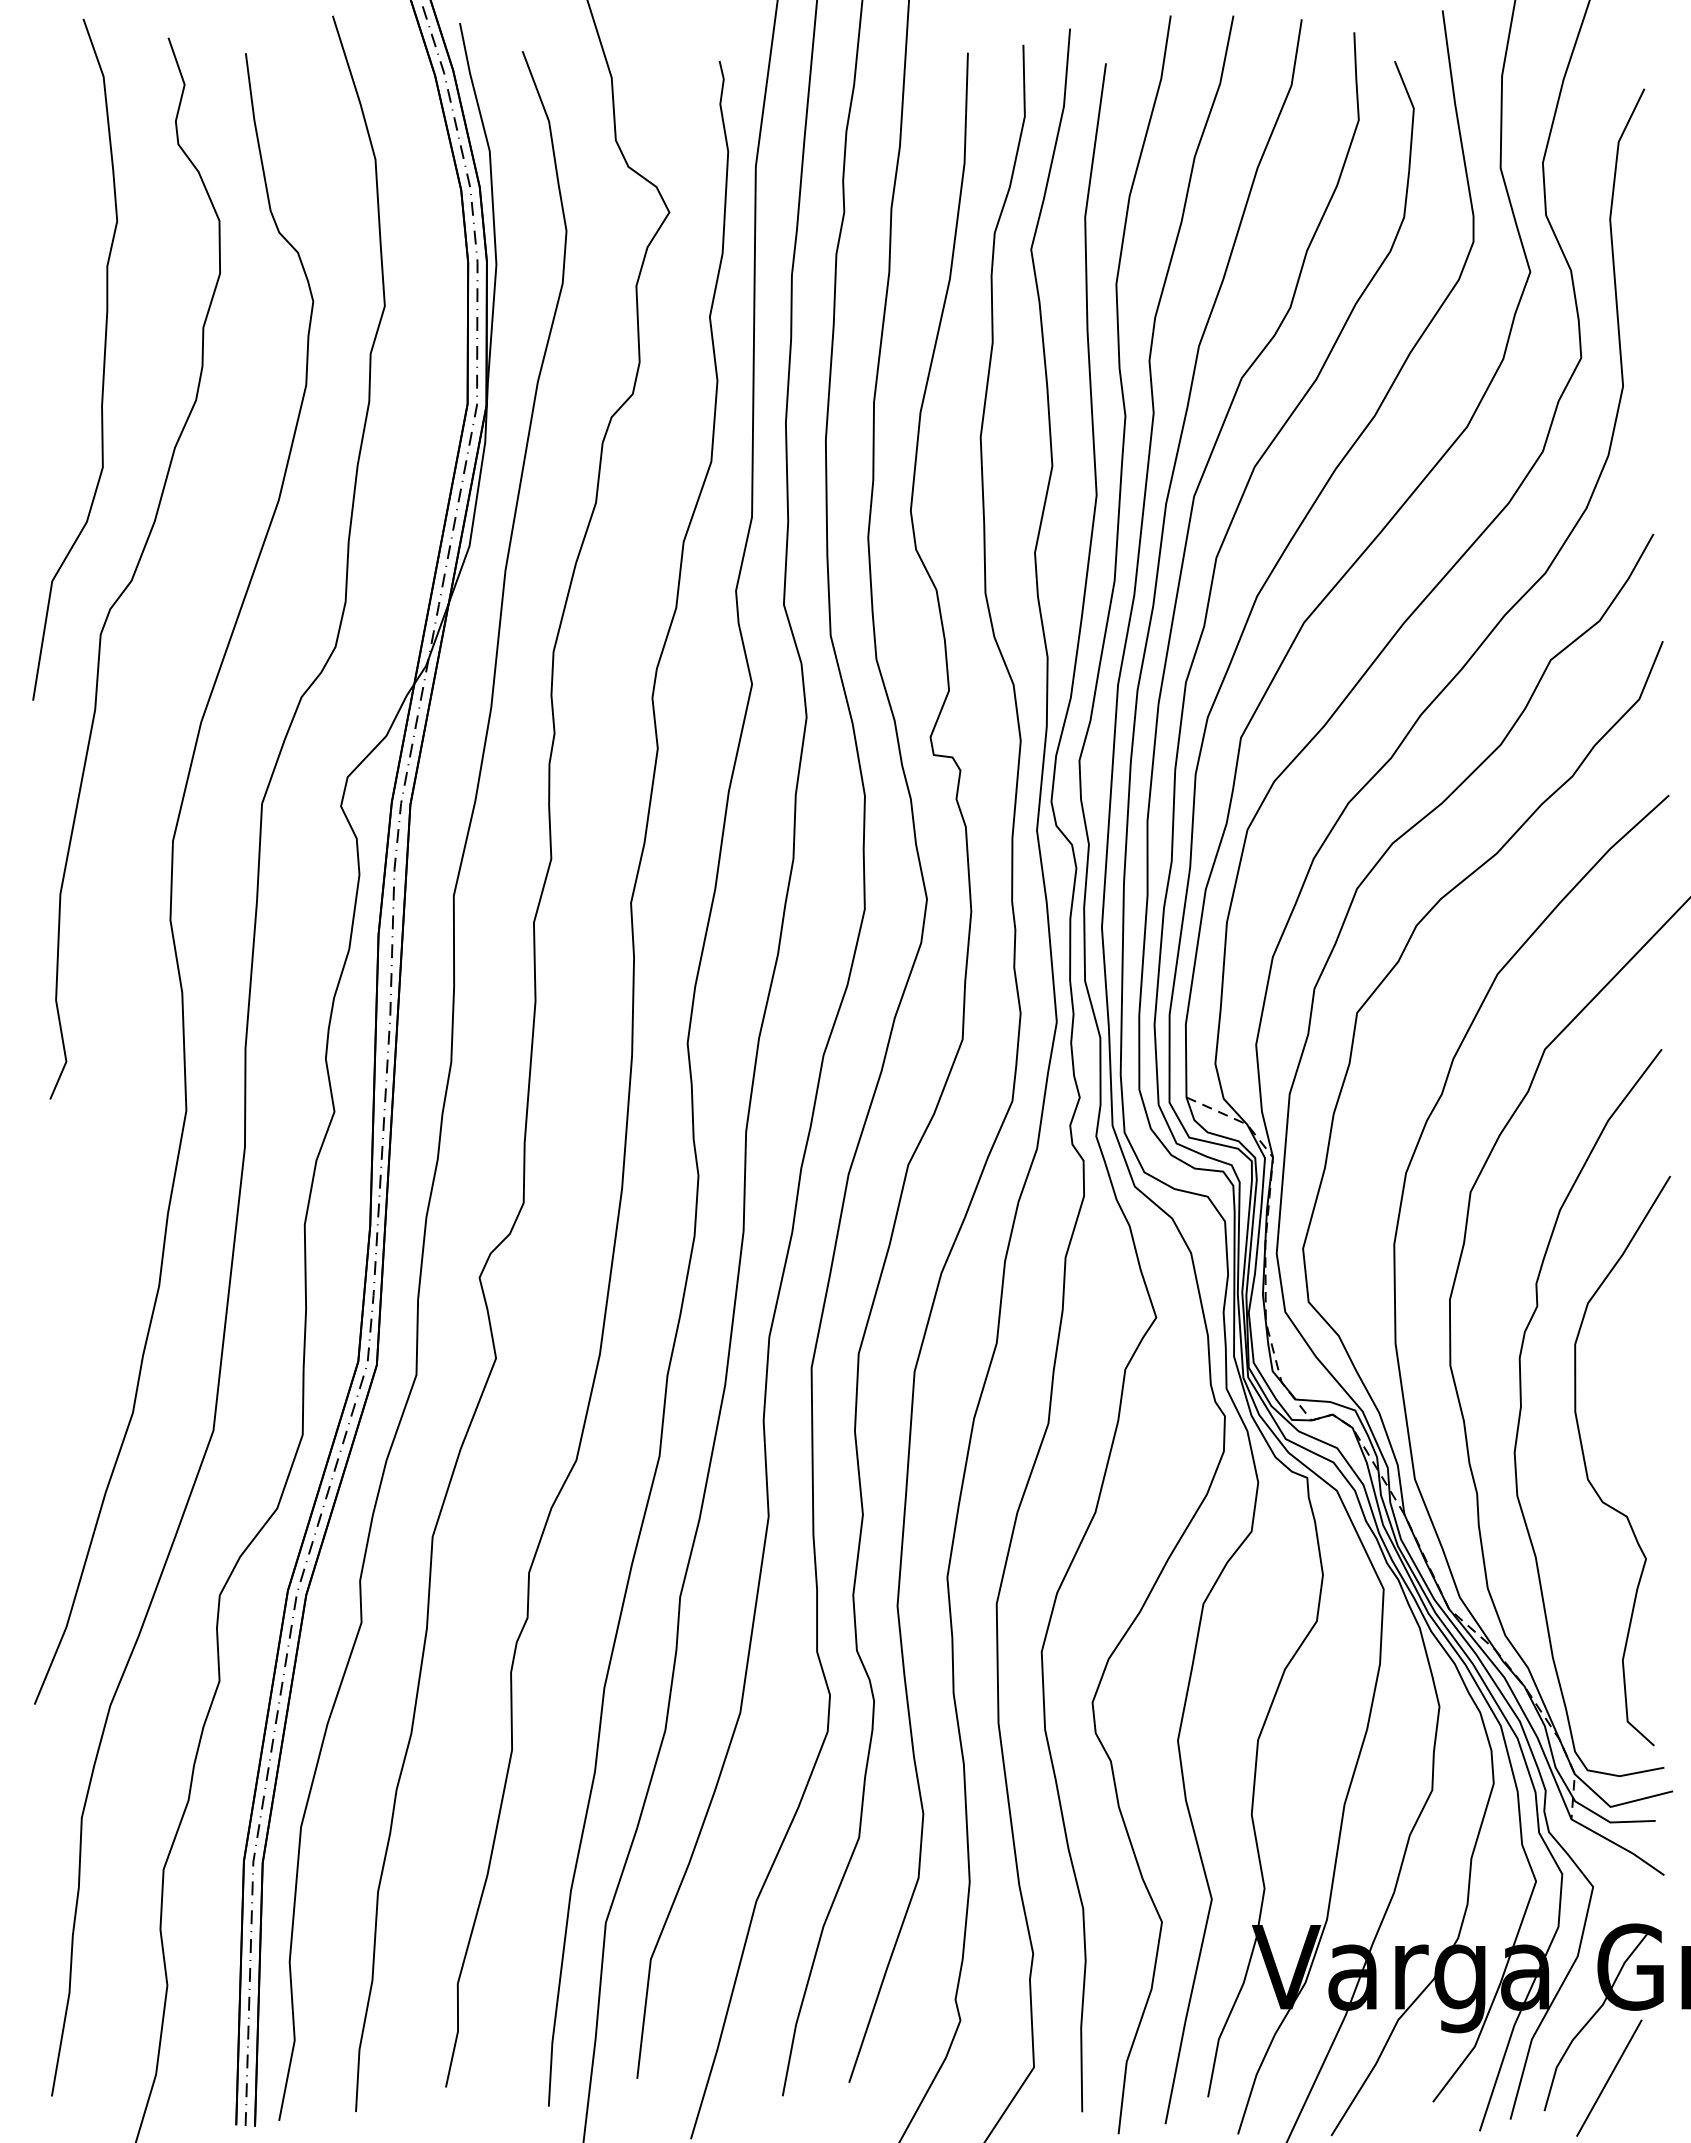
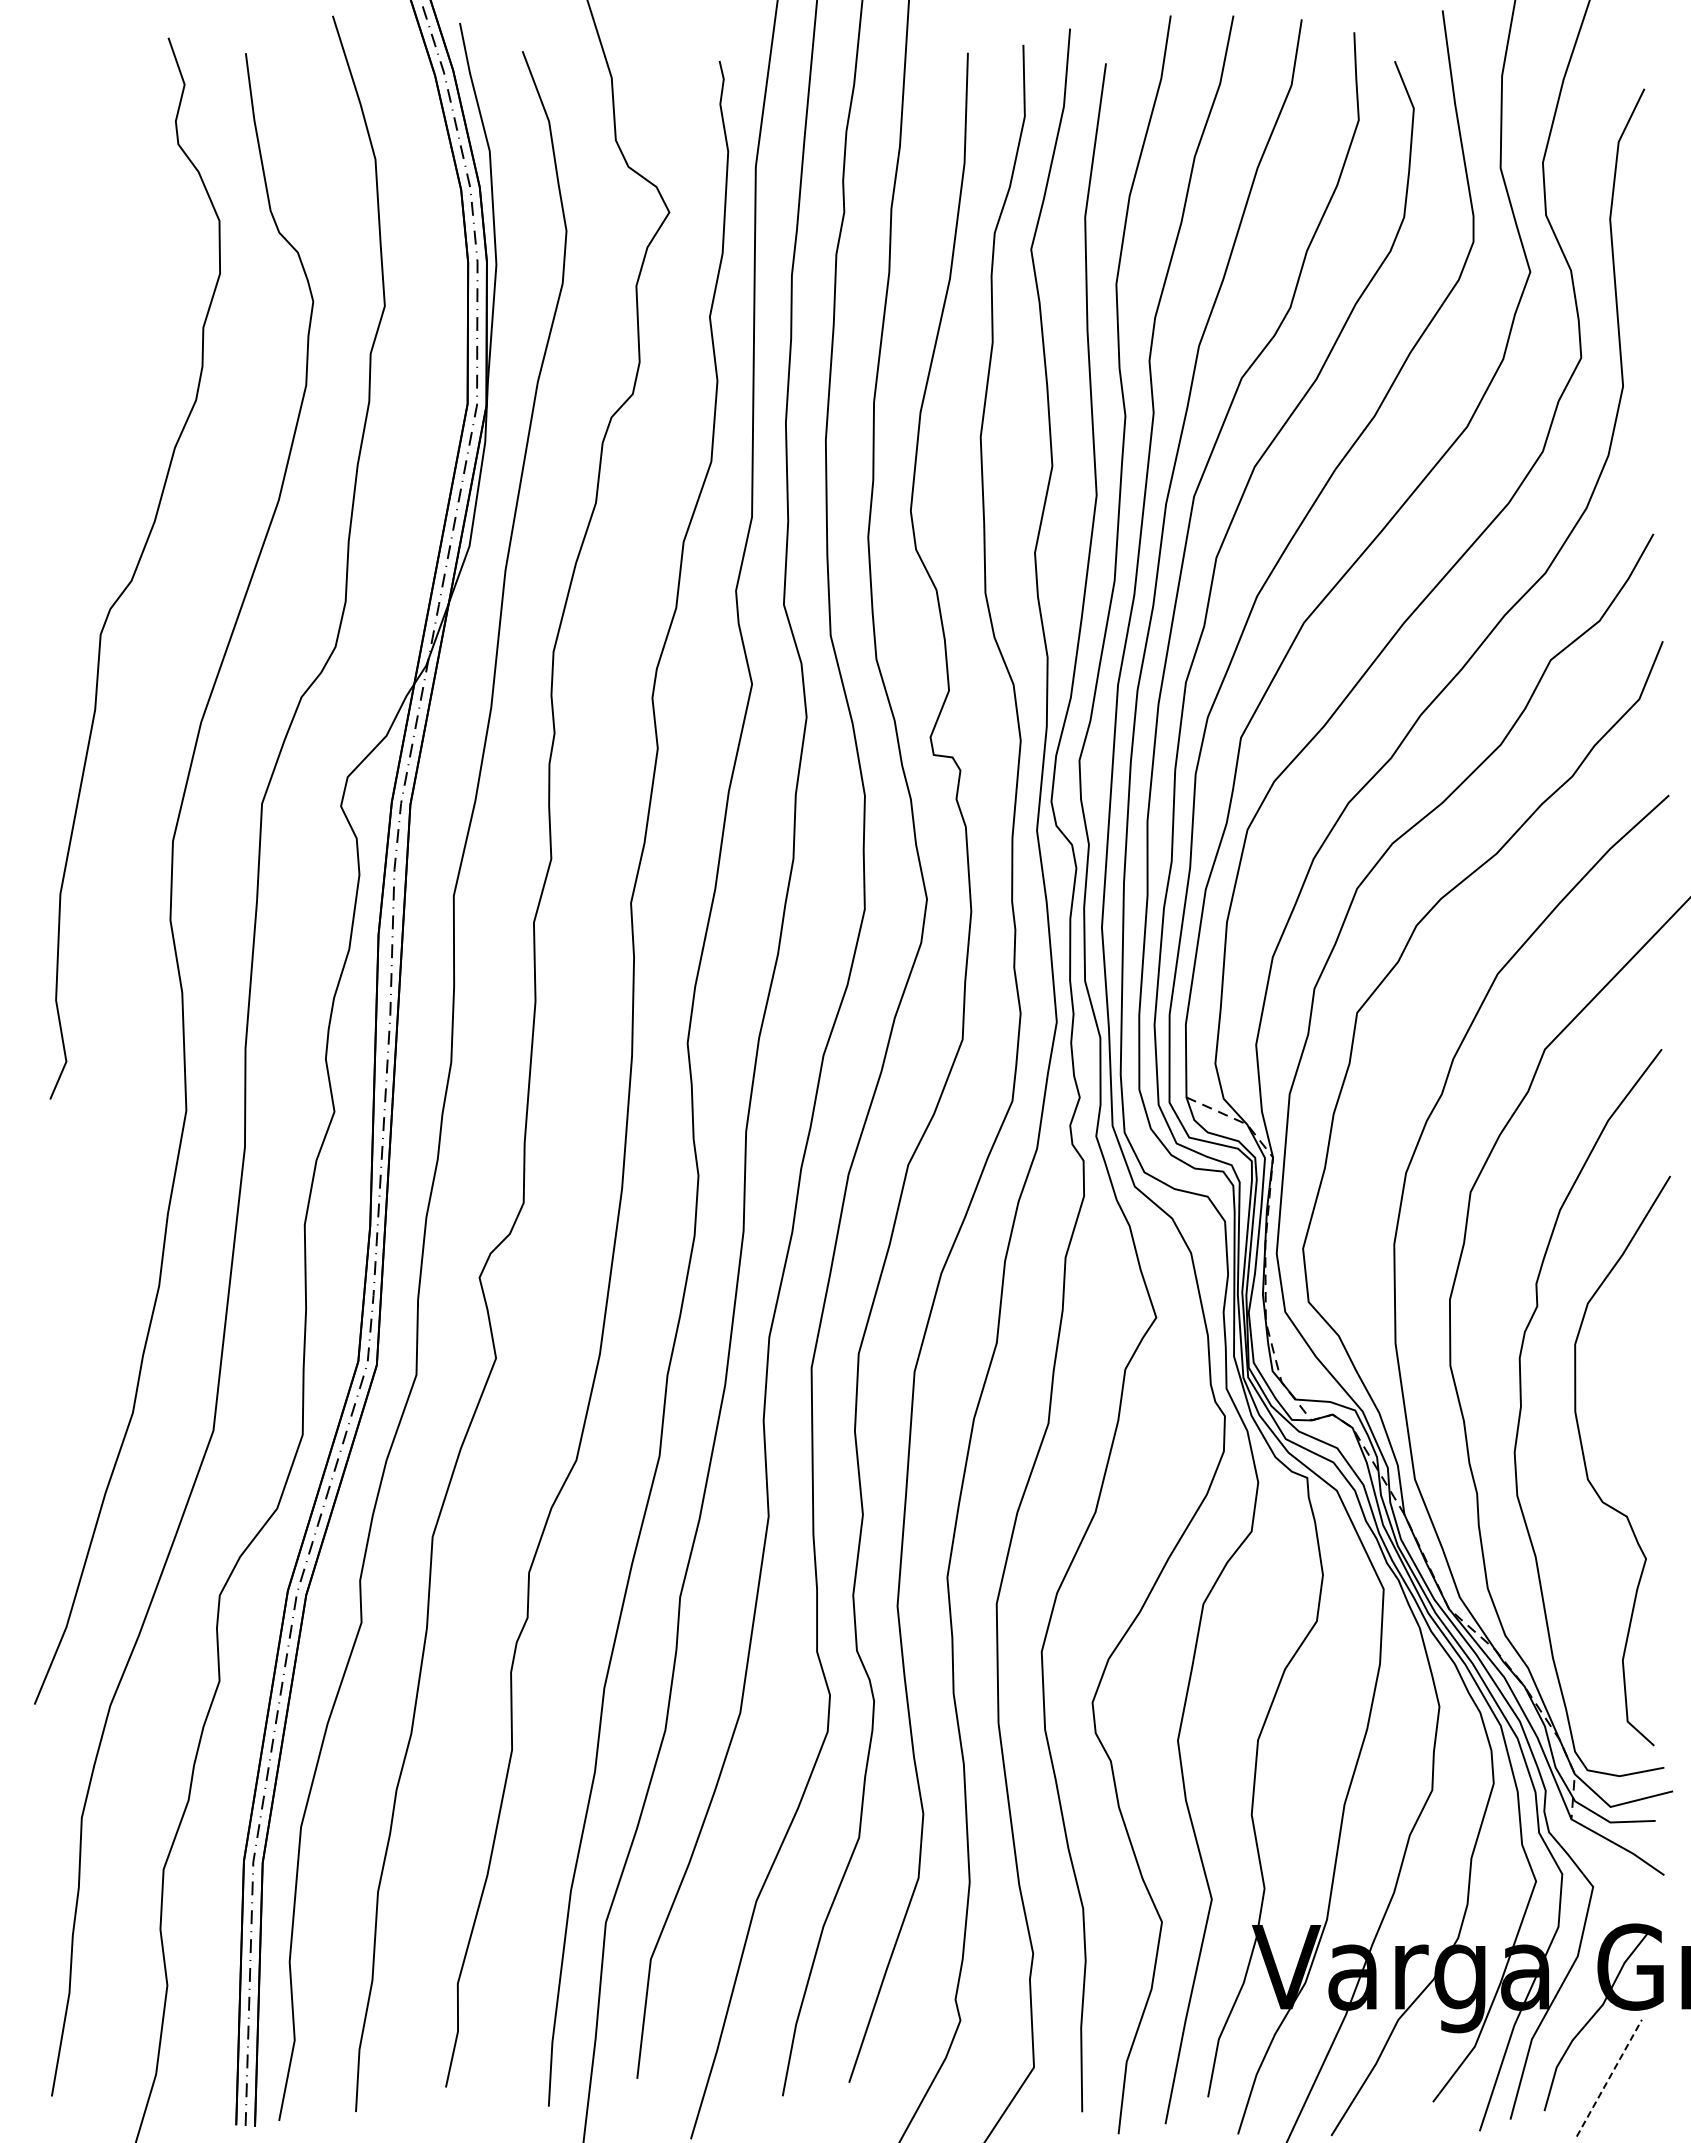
curve at (103, 359): present -> none
line at (1609, 2078): solid -> dashed
